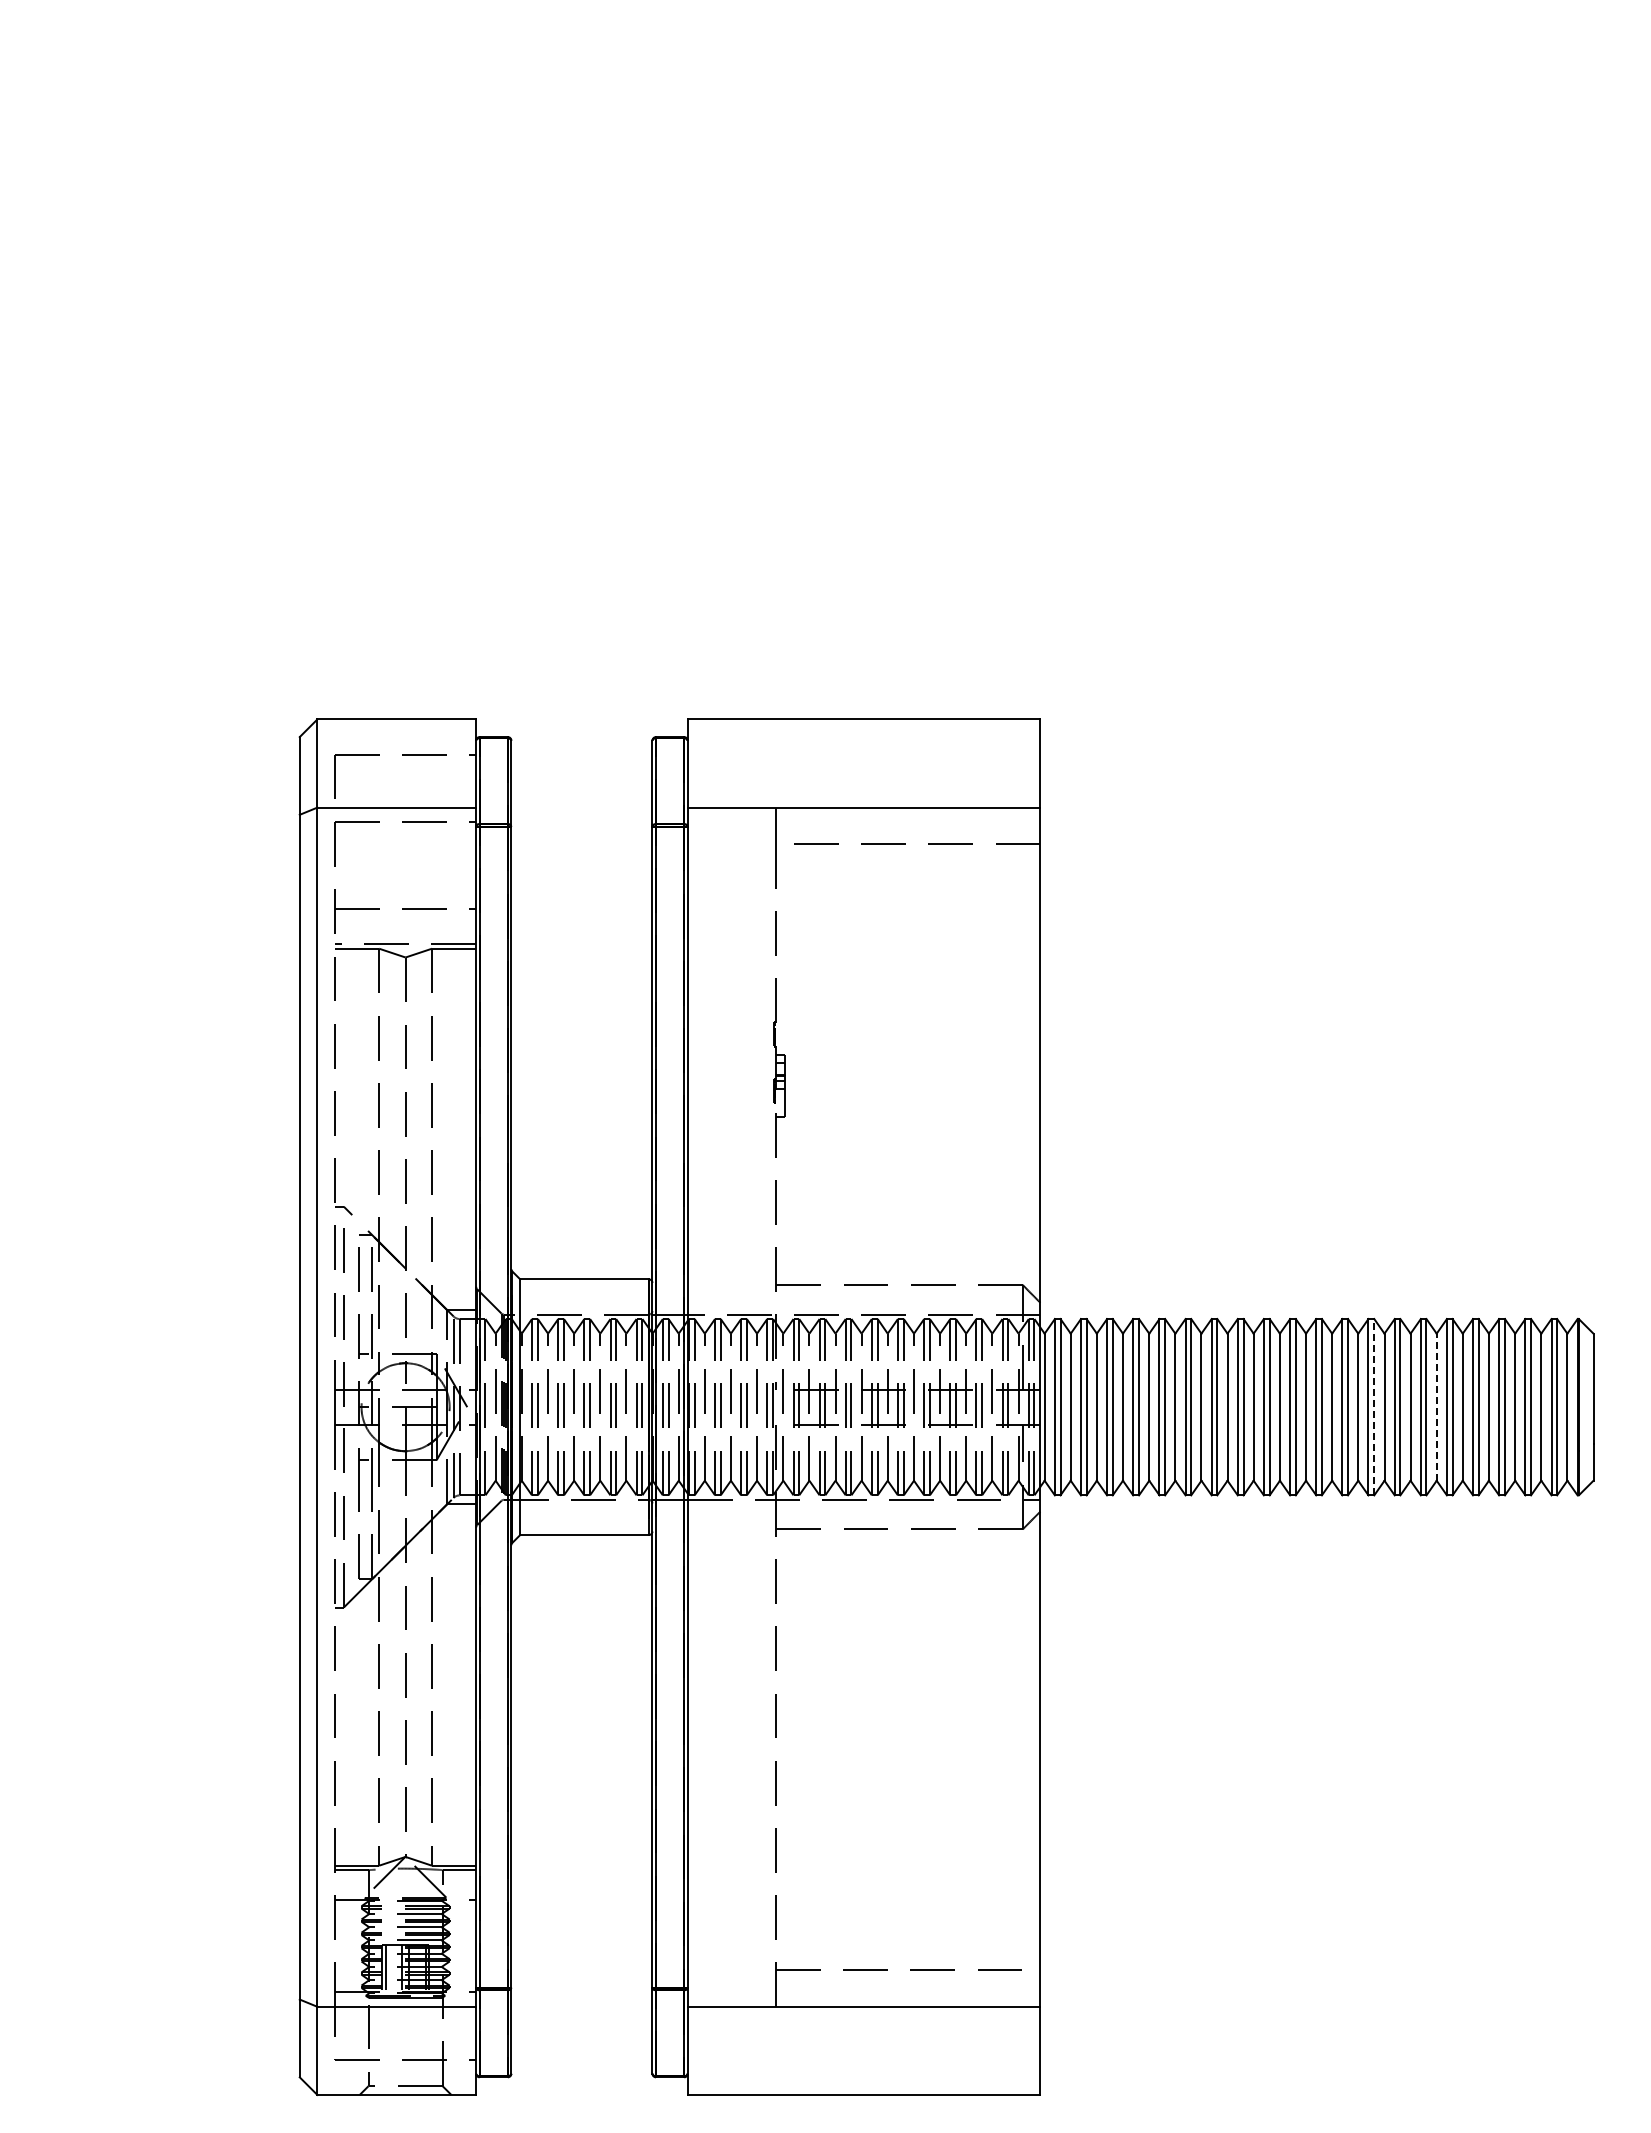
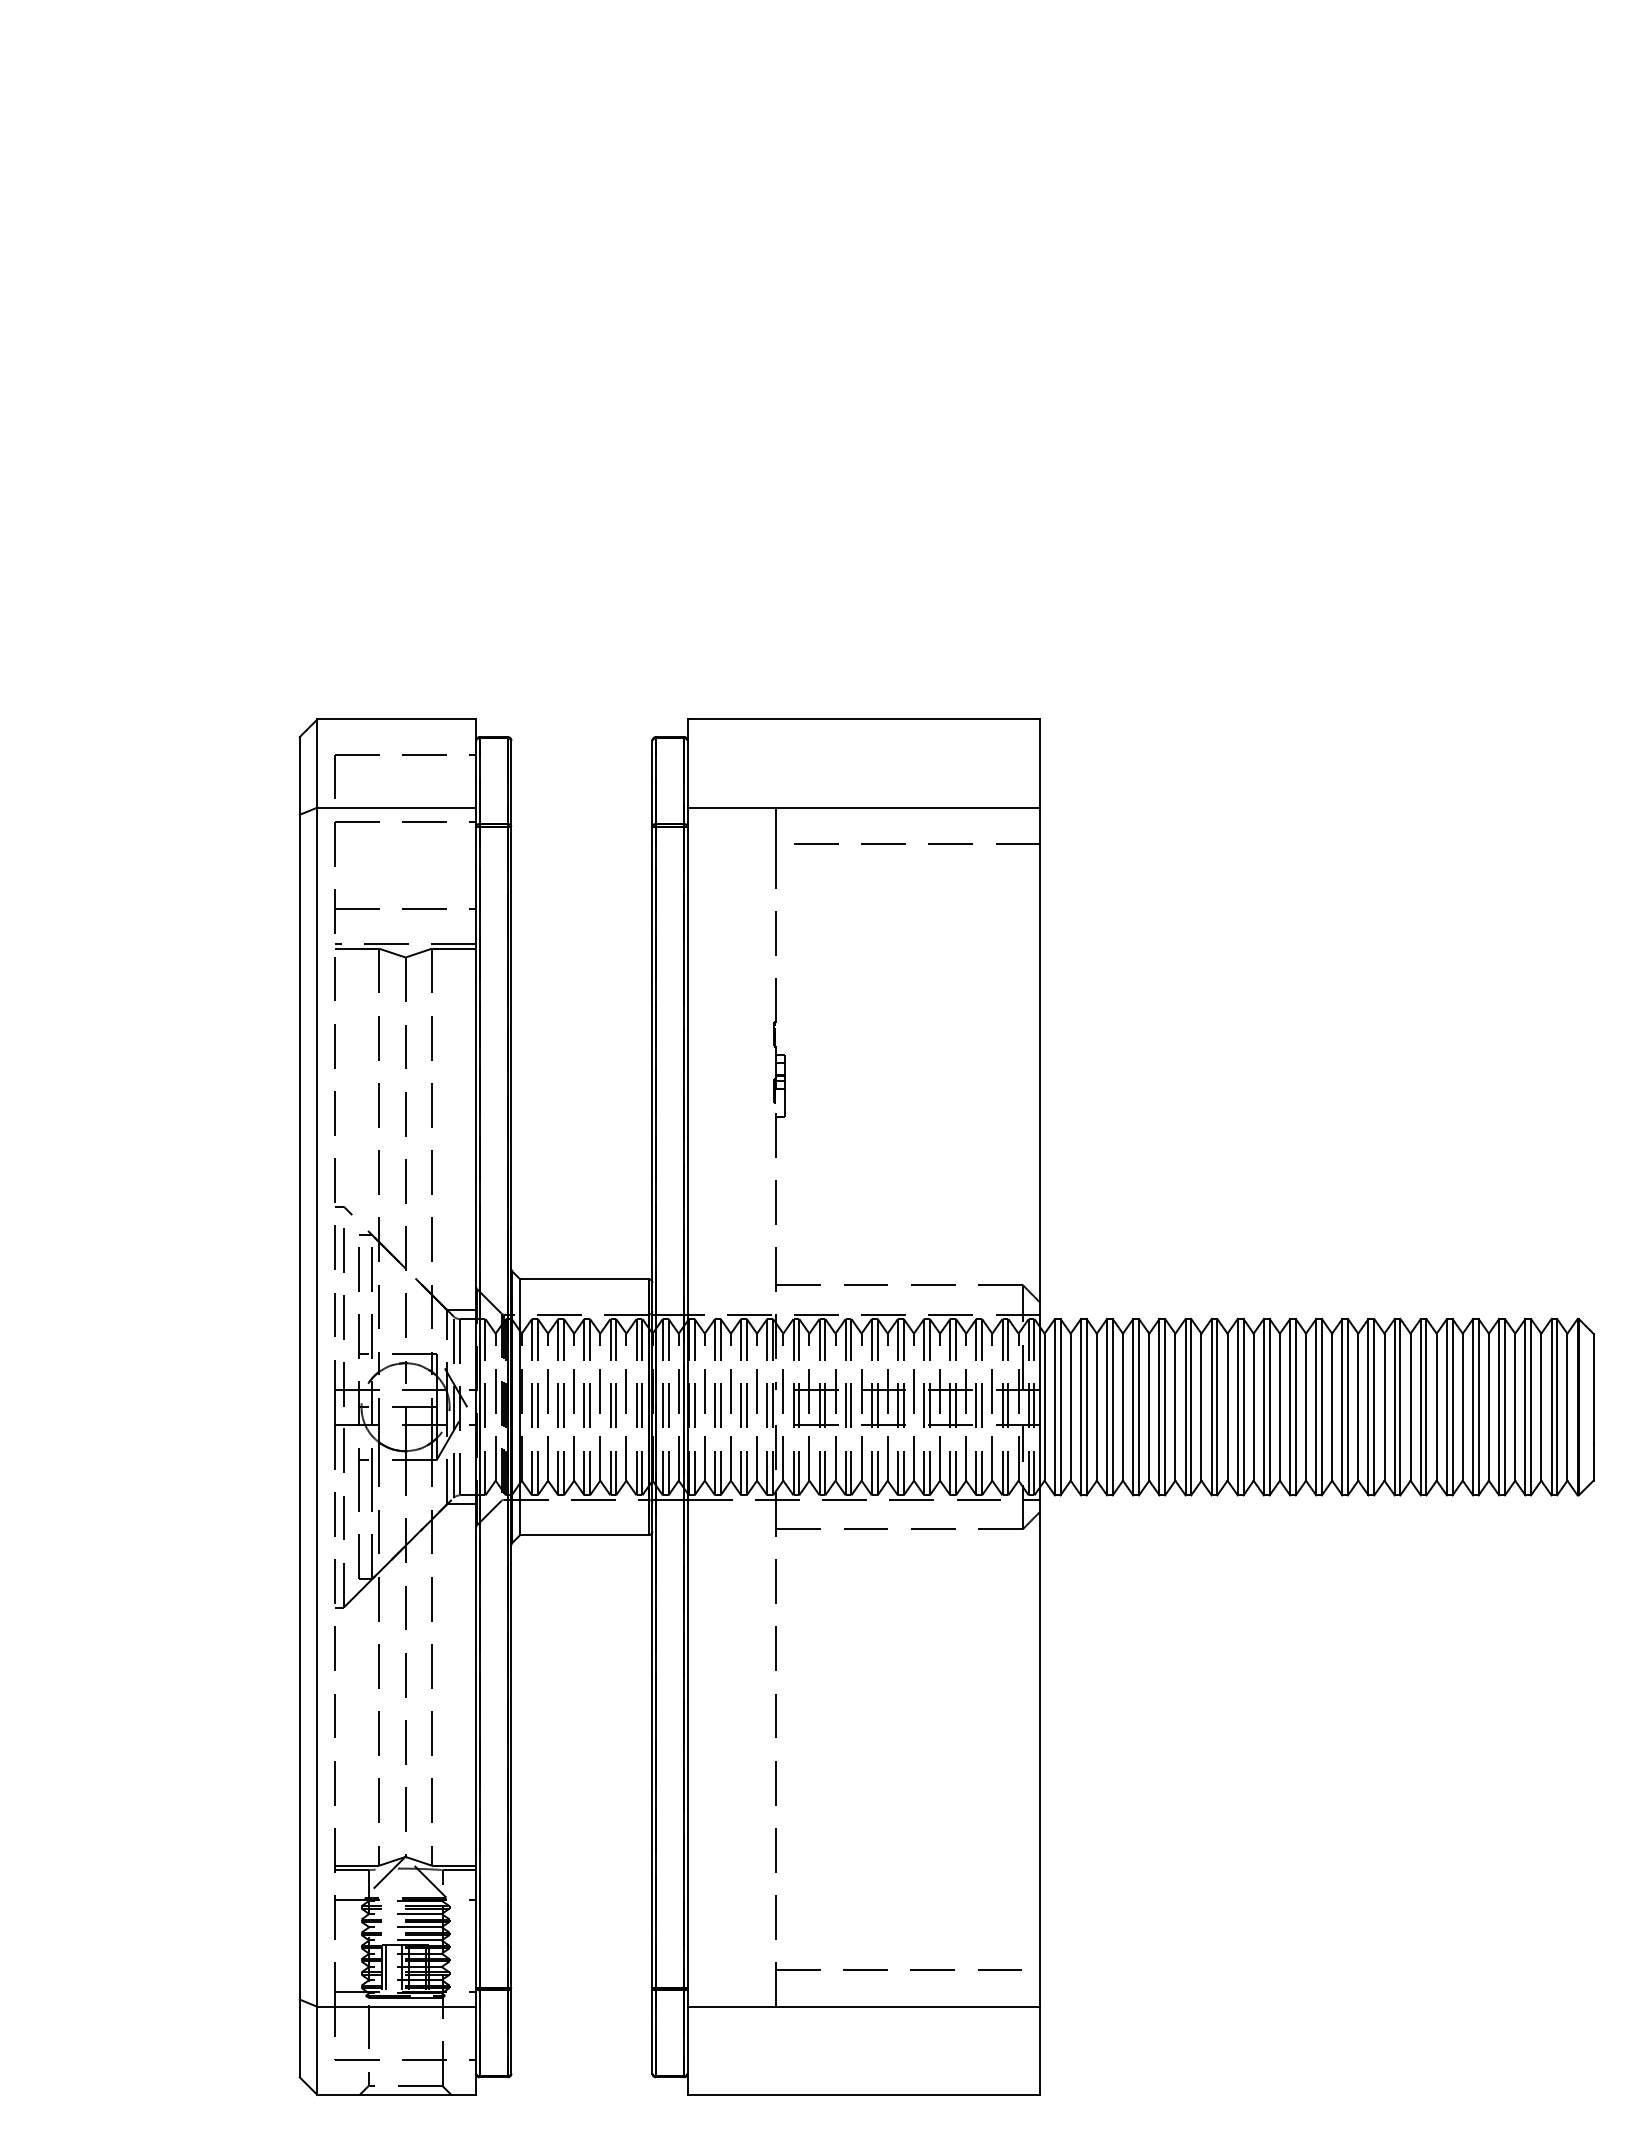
line at (1374, 1406): dashed -> solid
line at (1436, 1407): dashed -> solid
